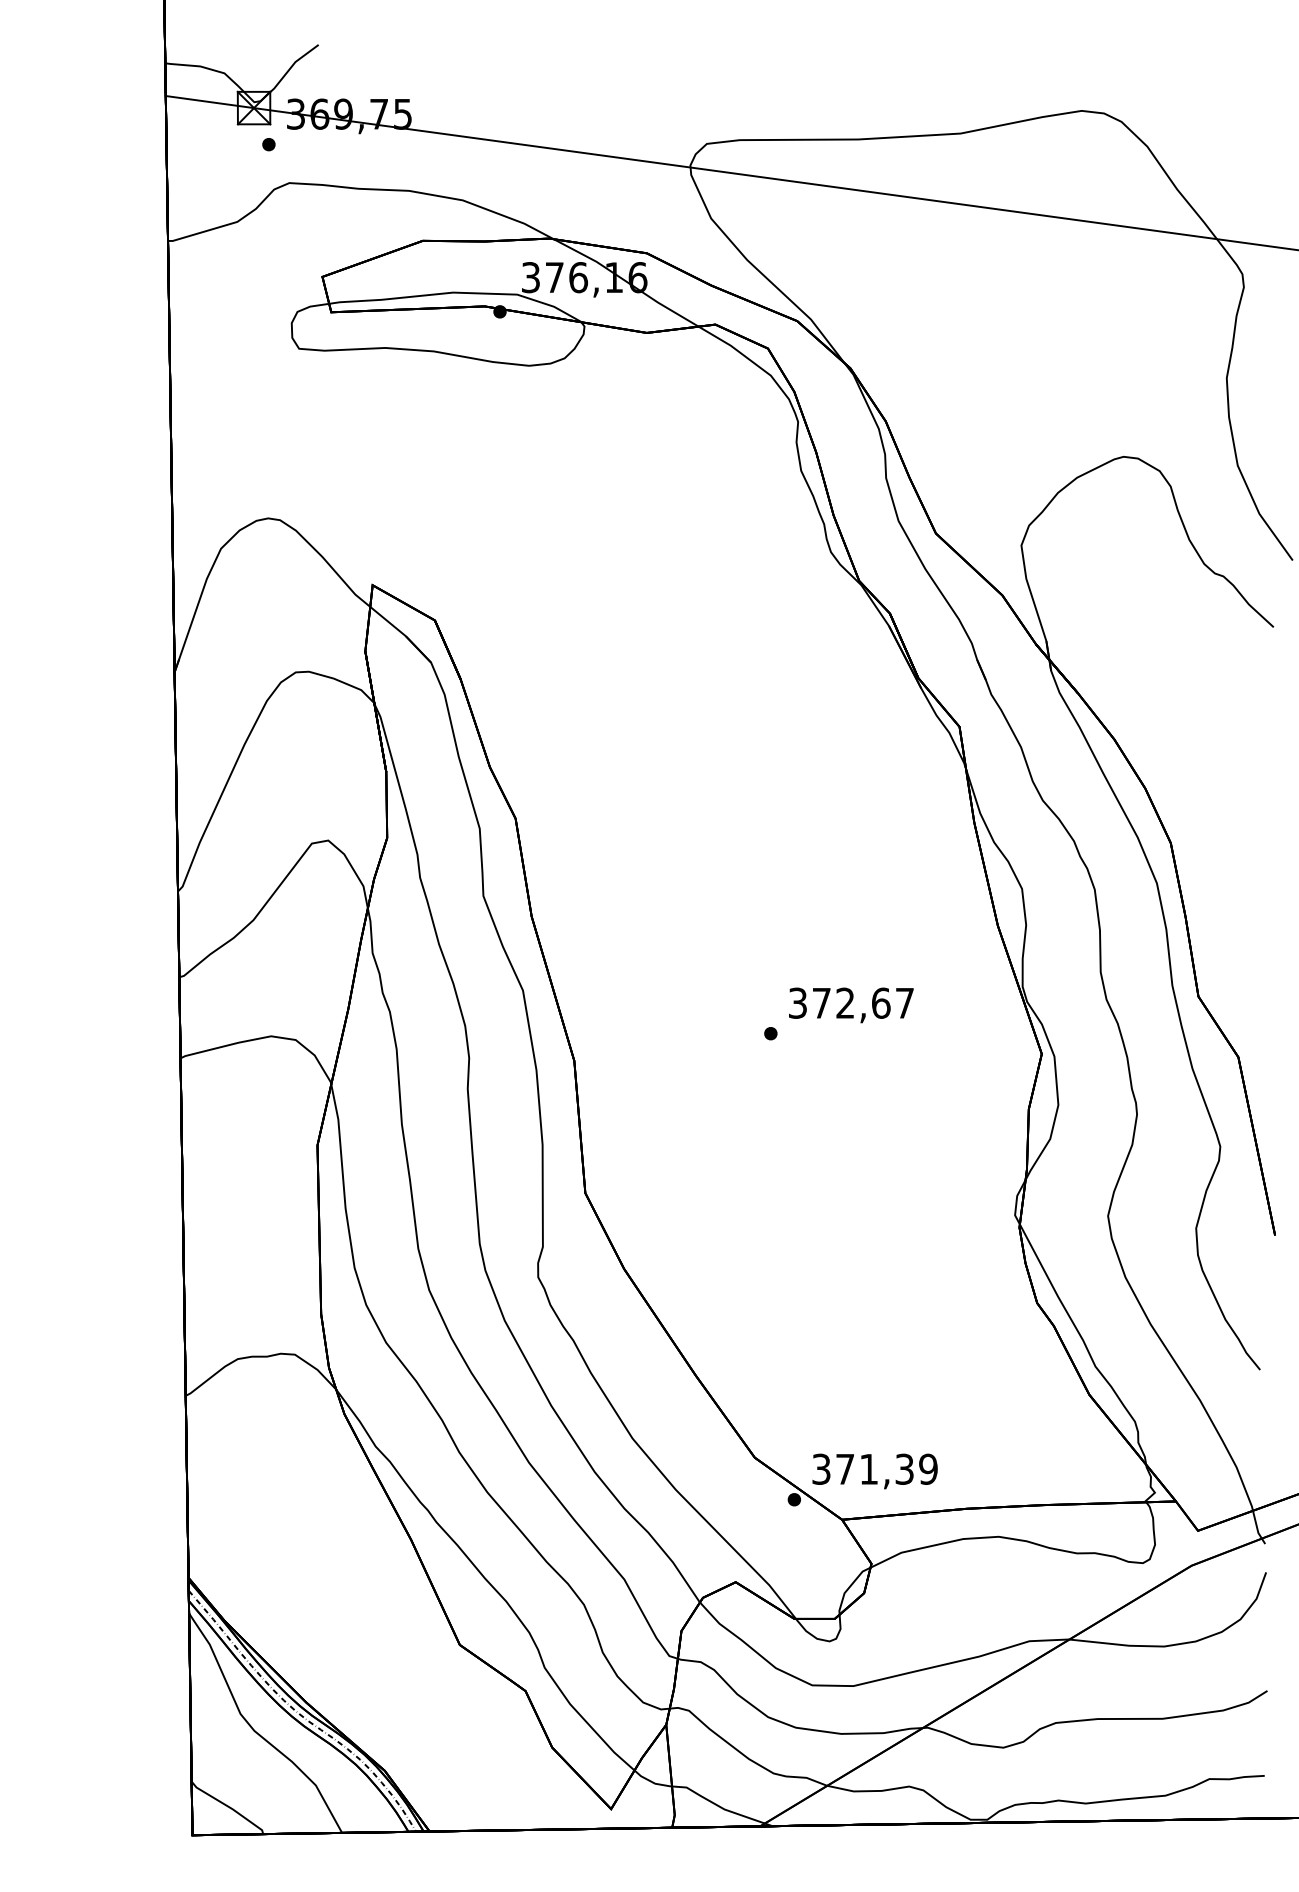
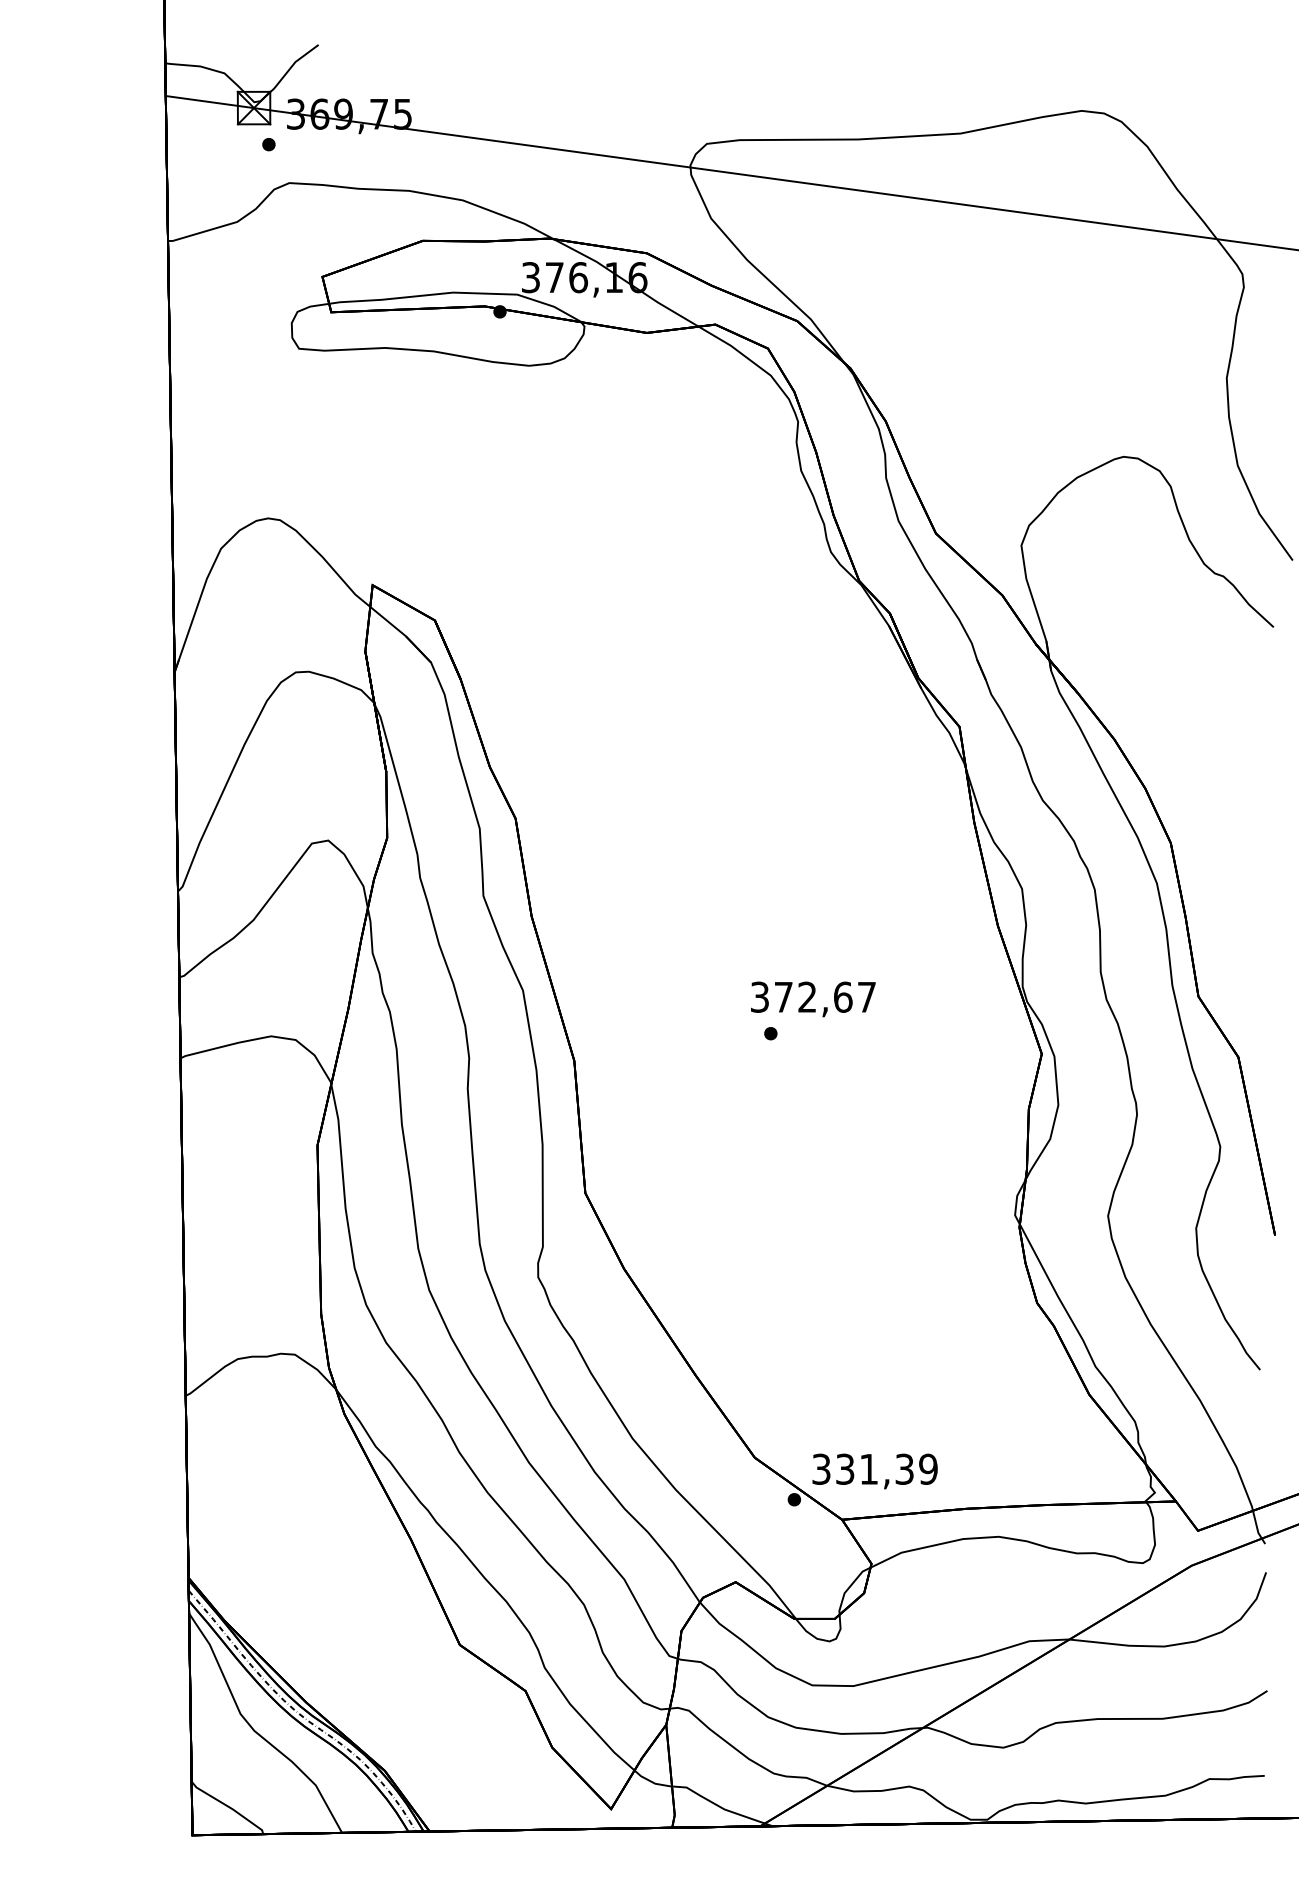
text at (851, 1005) position: (851, 1005) -> (813, 999)
text at (845, 1468): 371,39 -> 331,39
